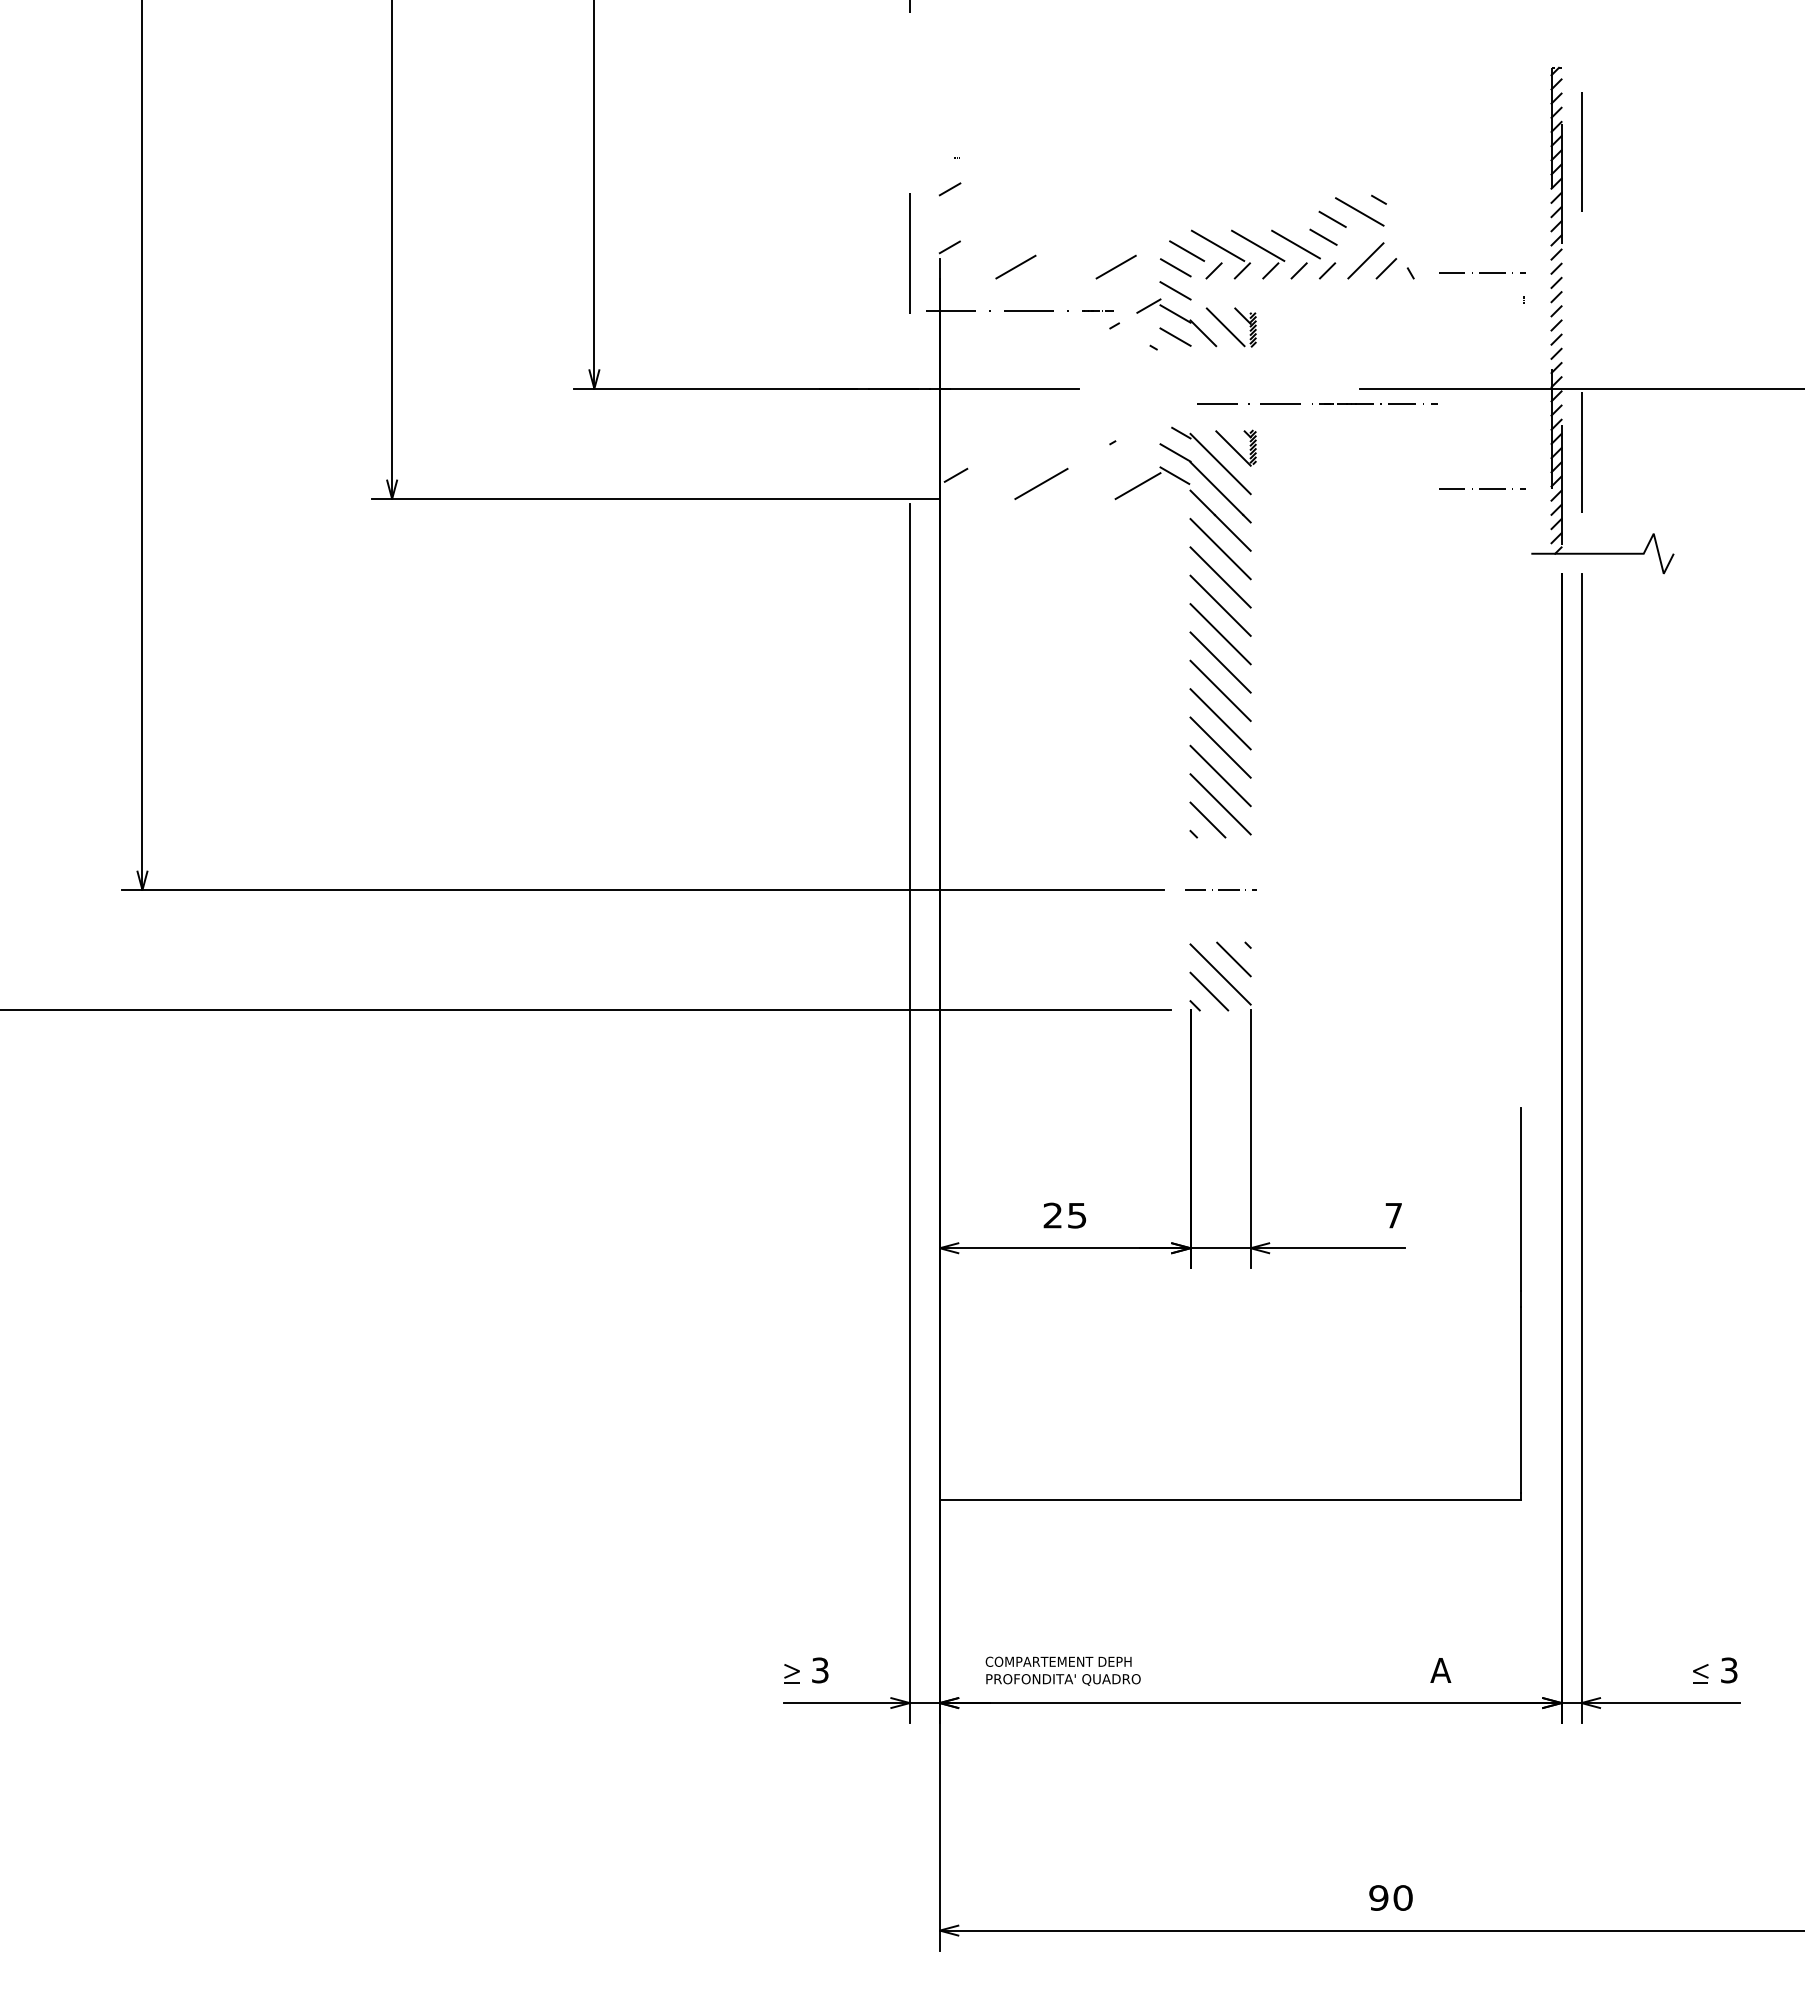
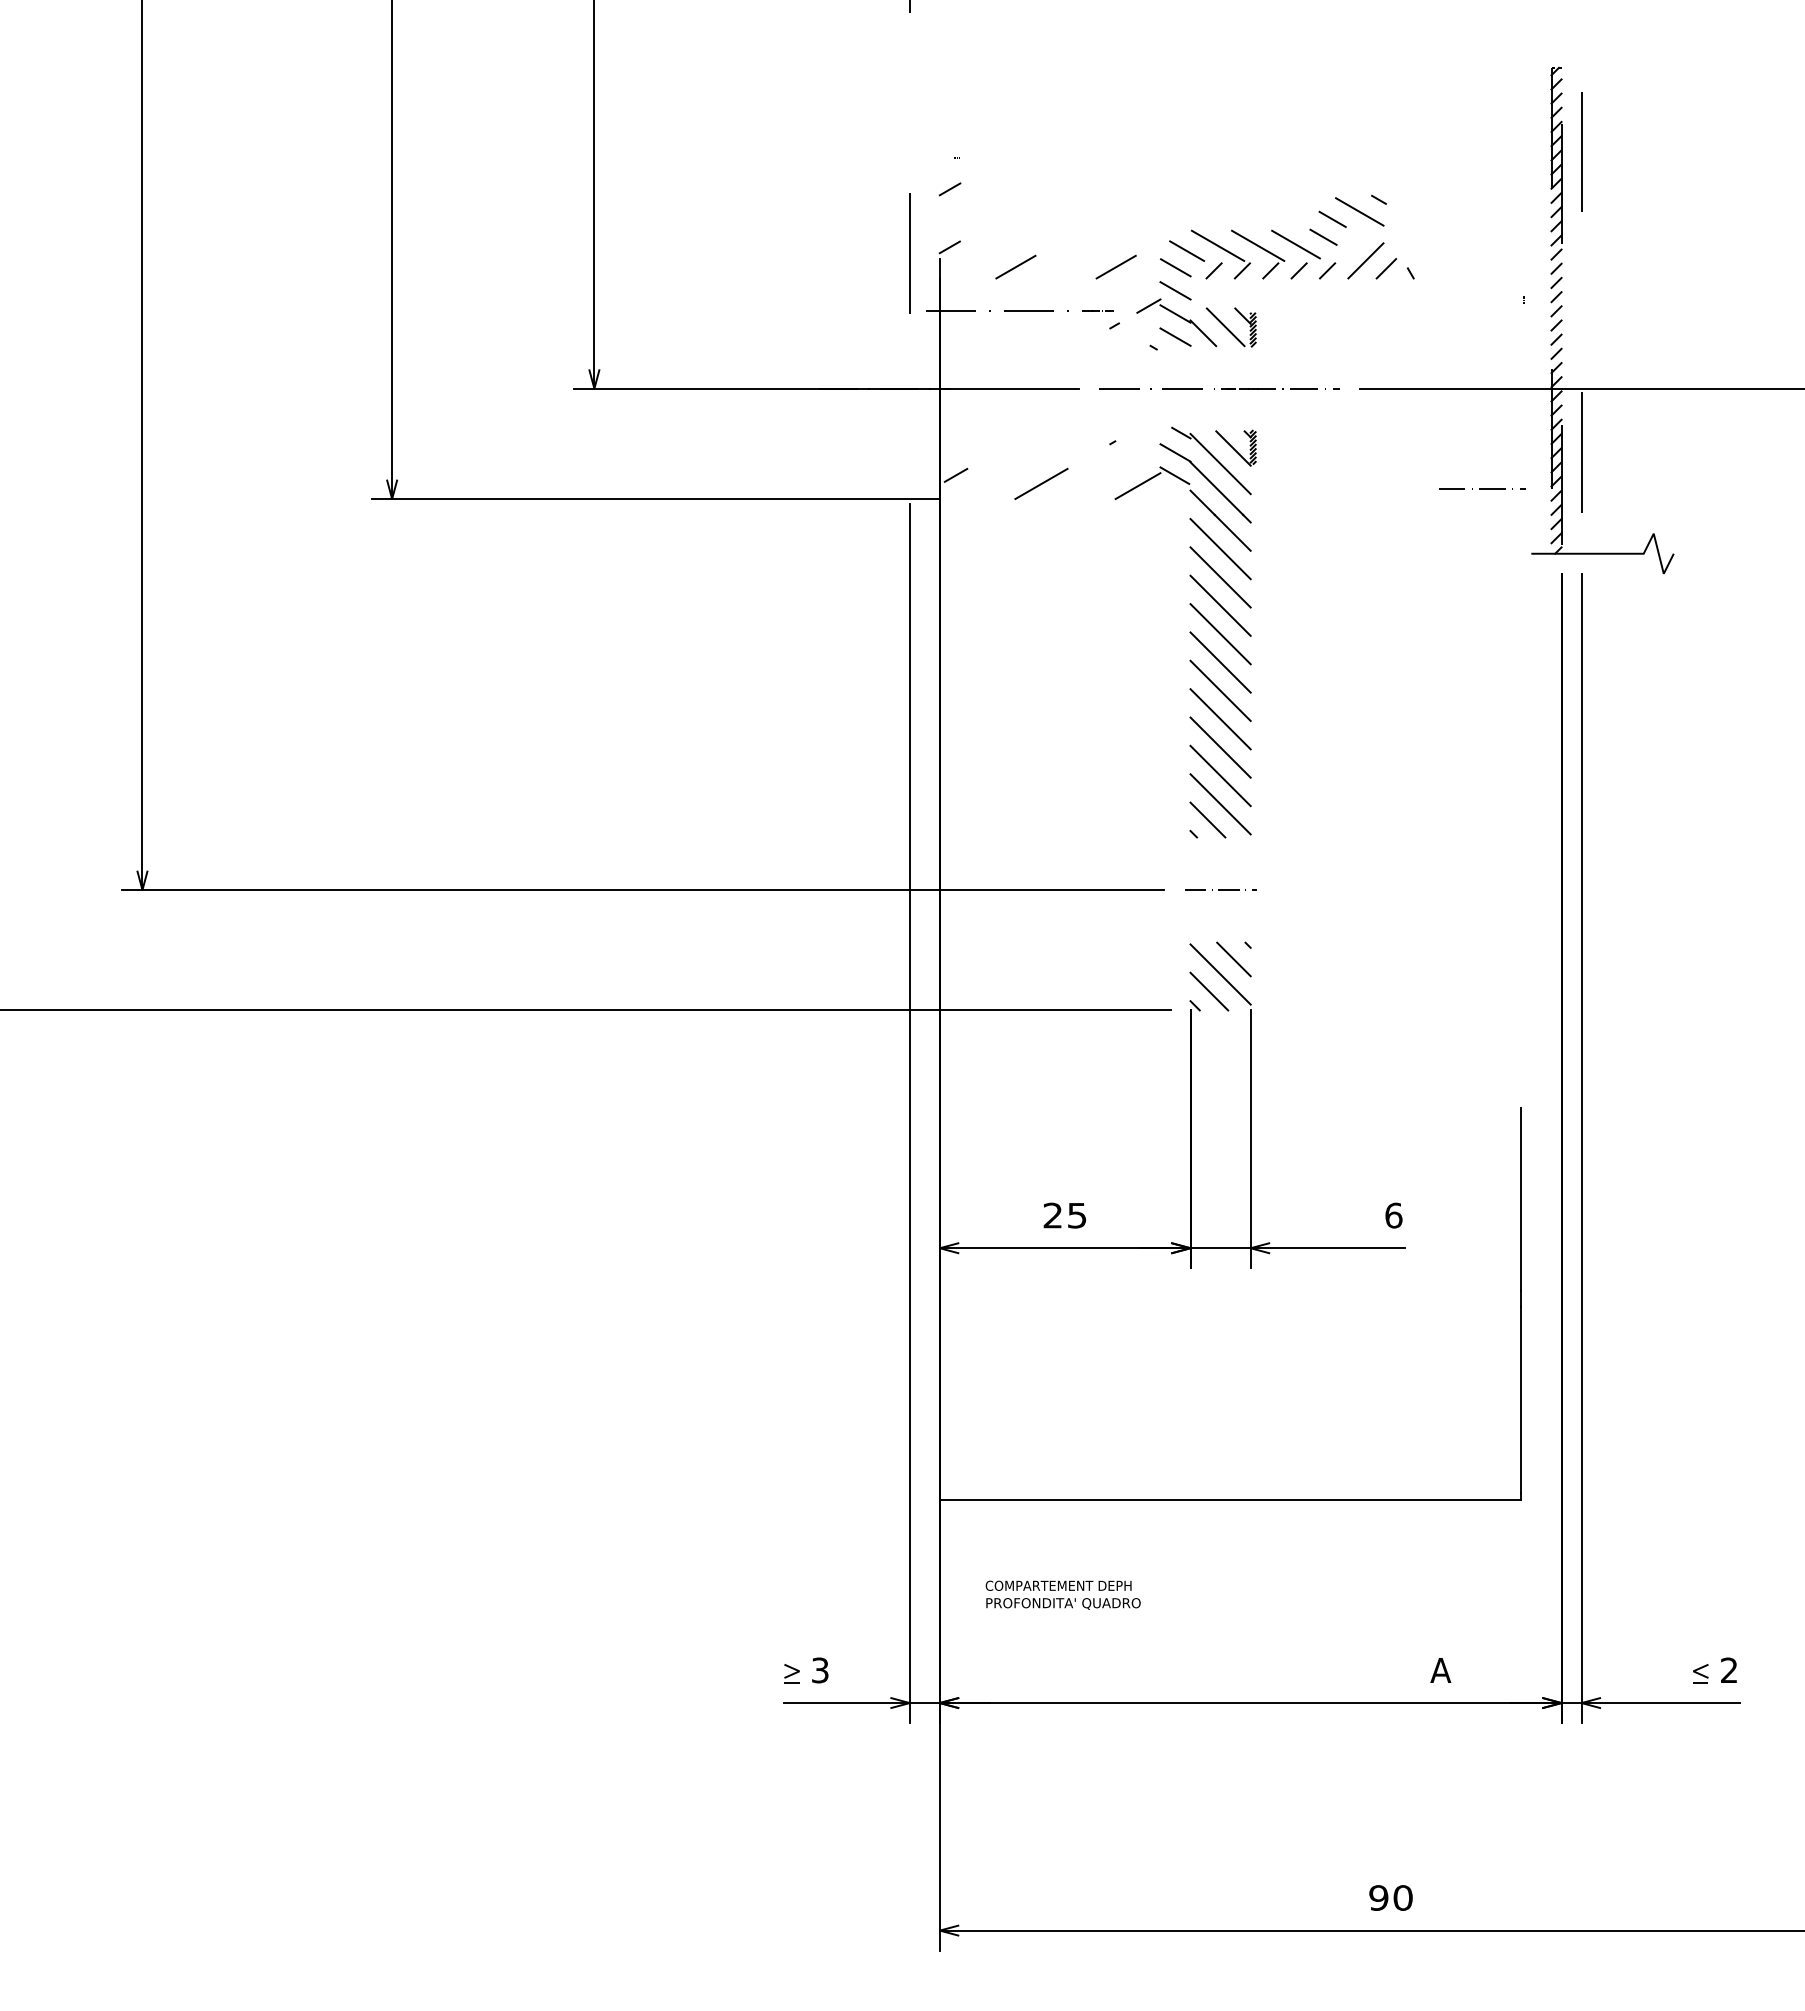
line at (1482, 272): present -> none
line at (1319, 403) position: (1319, 403) -> (1221, 388)
text at (1393, 1215): 7 -> 6
text at (1062, 1670) position: (1062, 1670) -> (1062, 1594)
text at (1729, 1670): 3 -> 2
